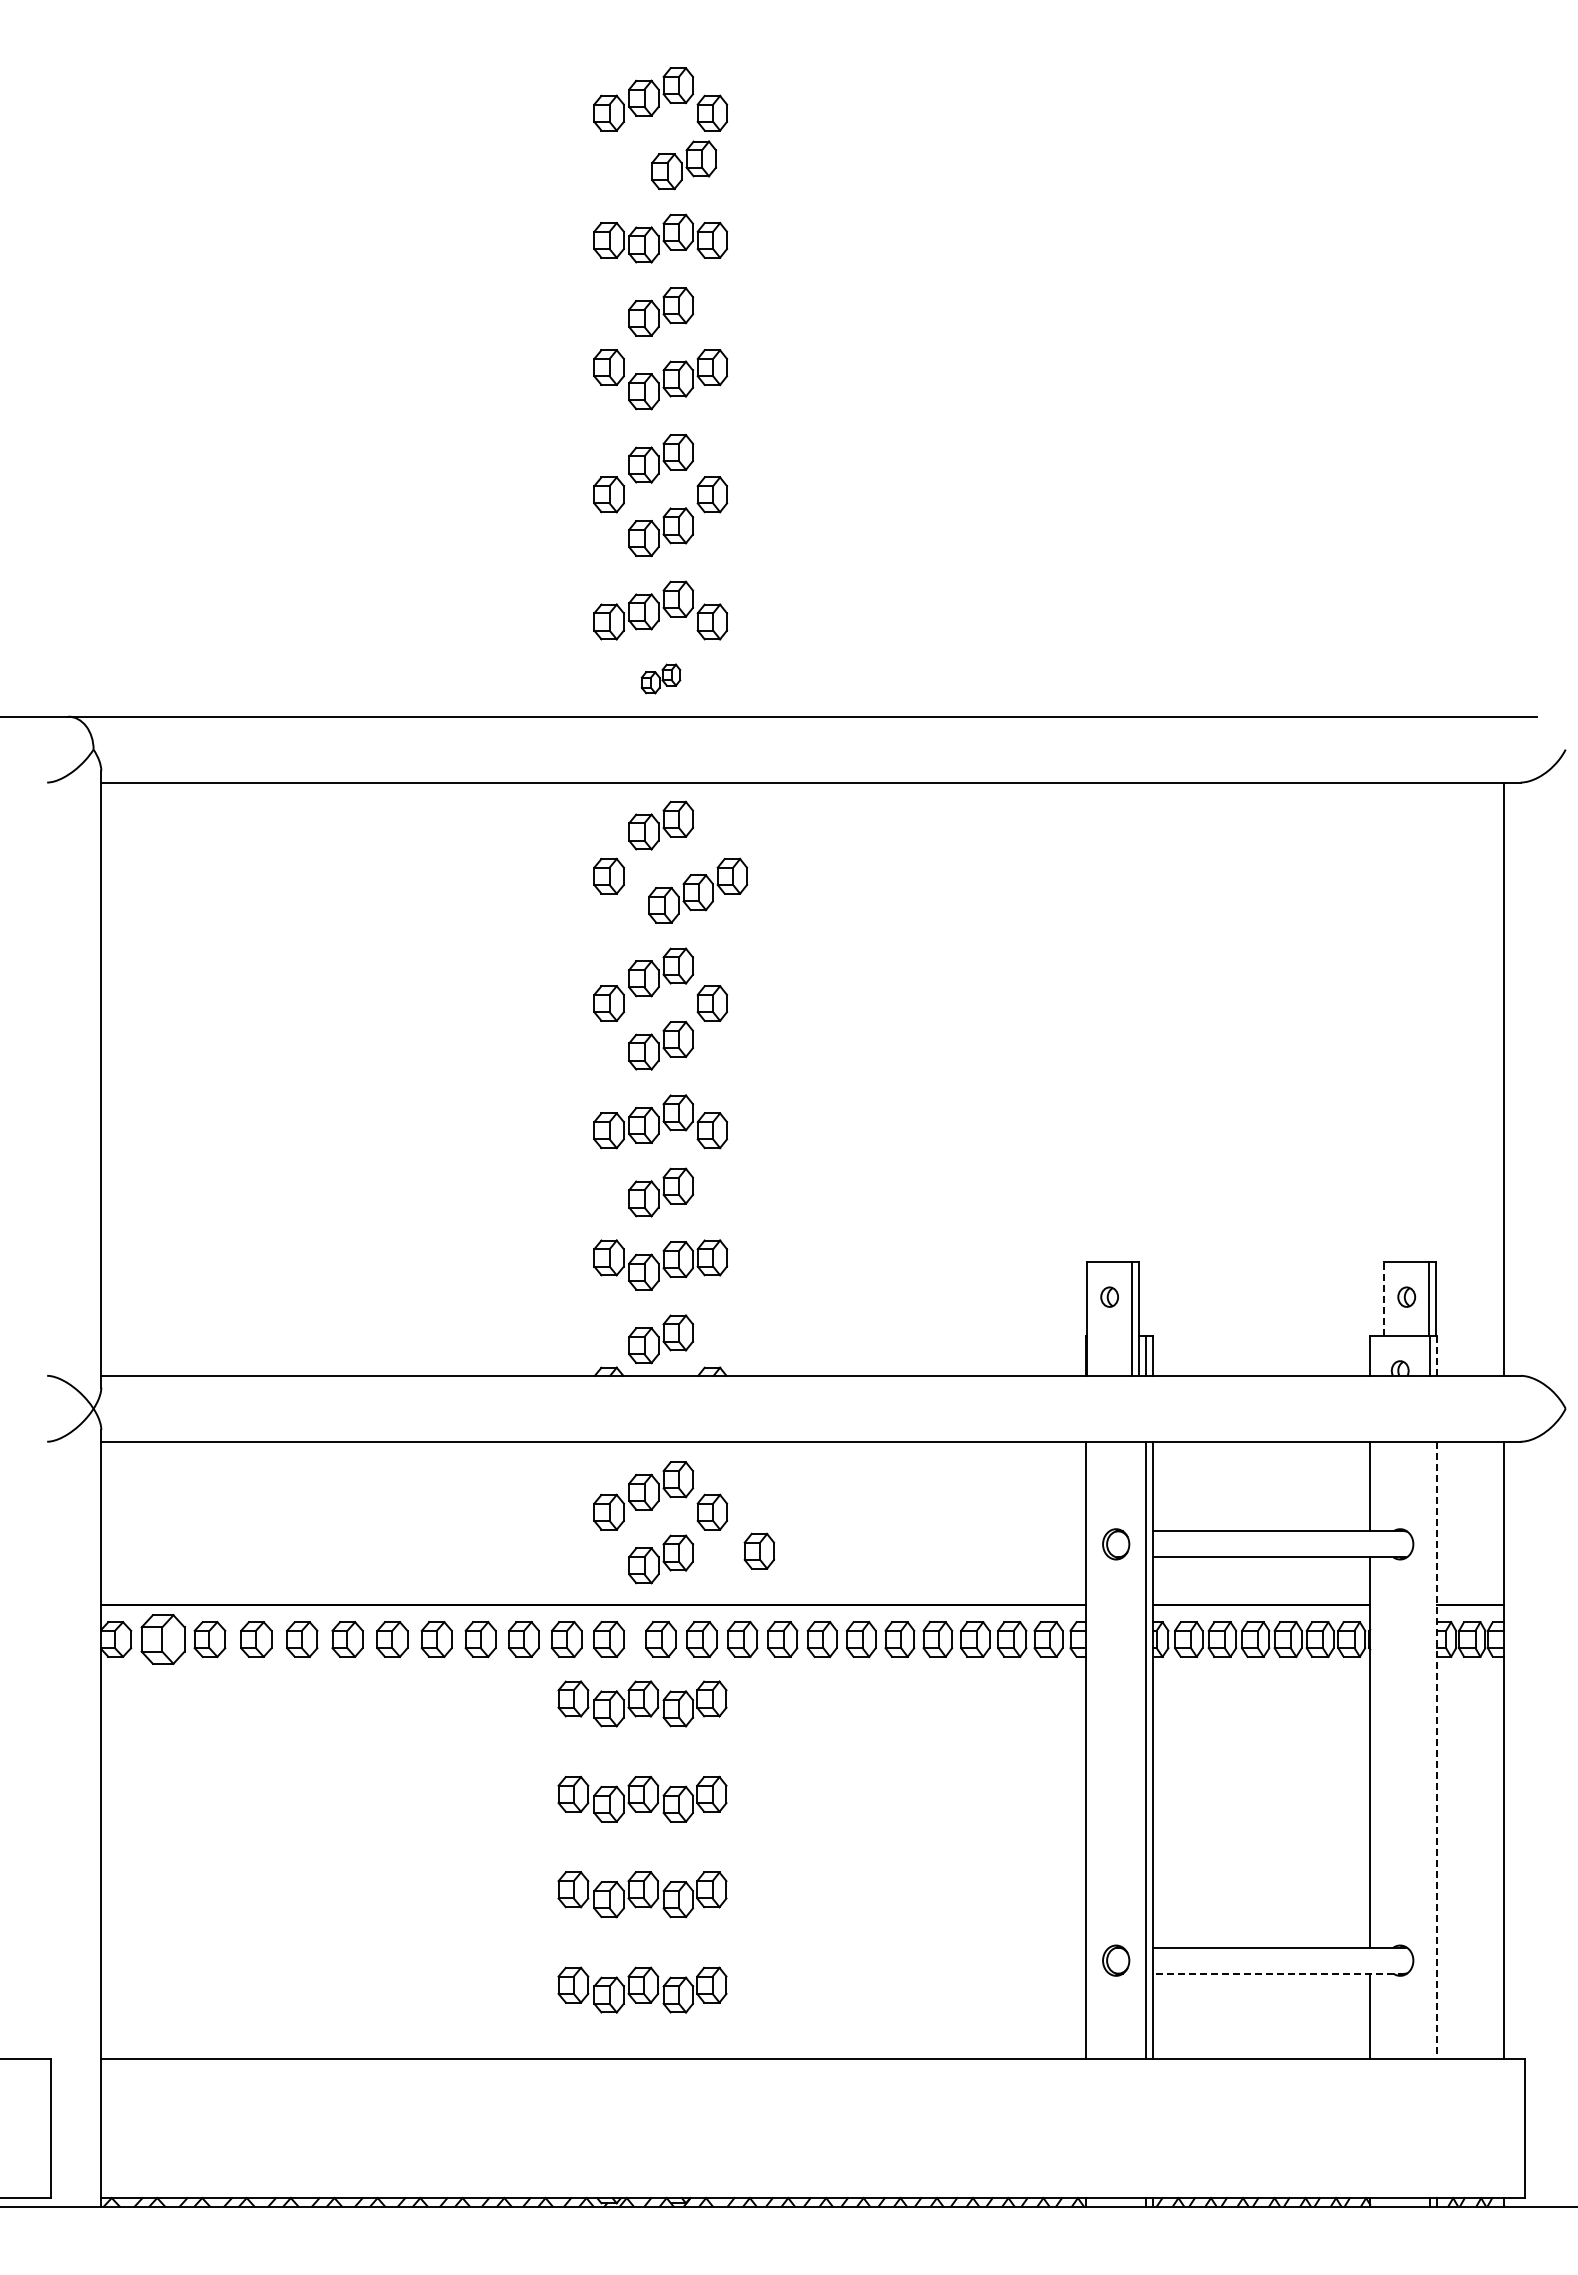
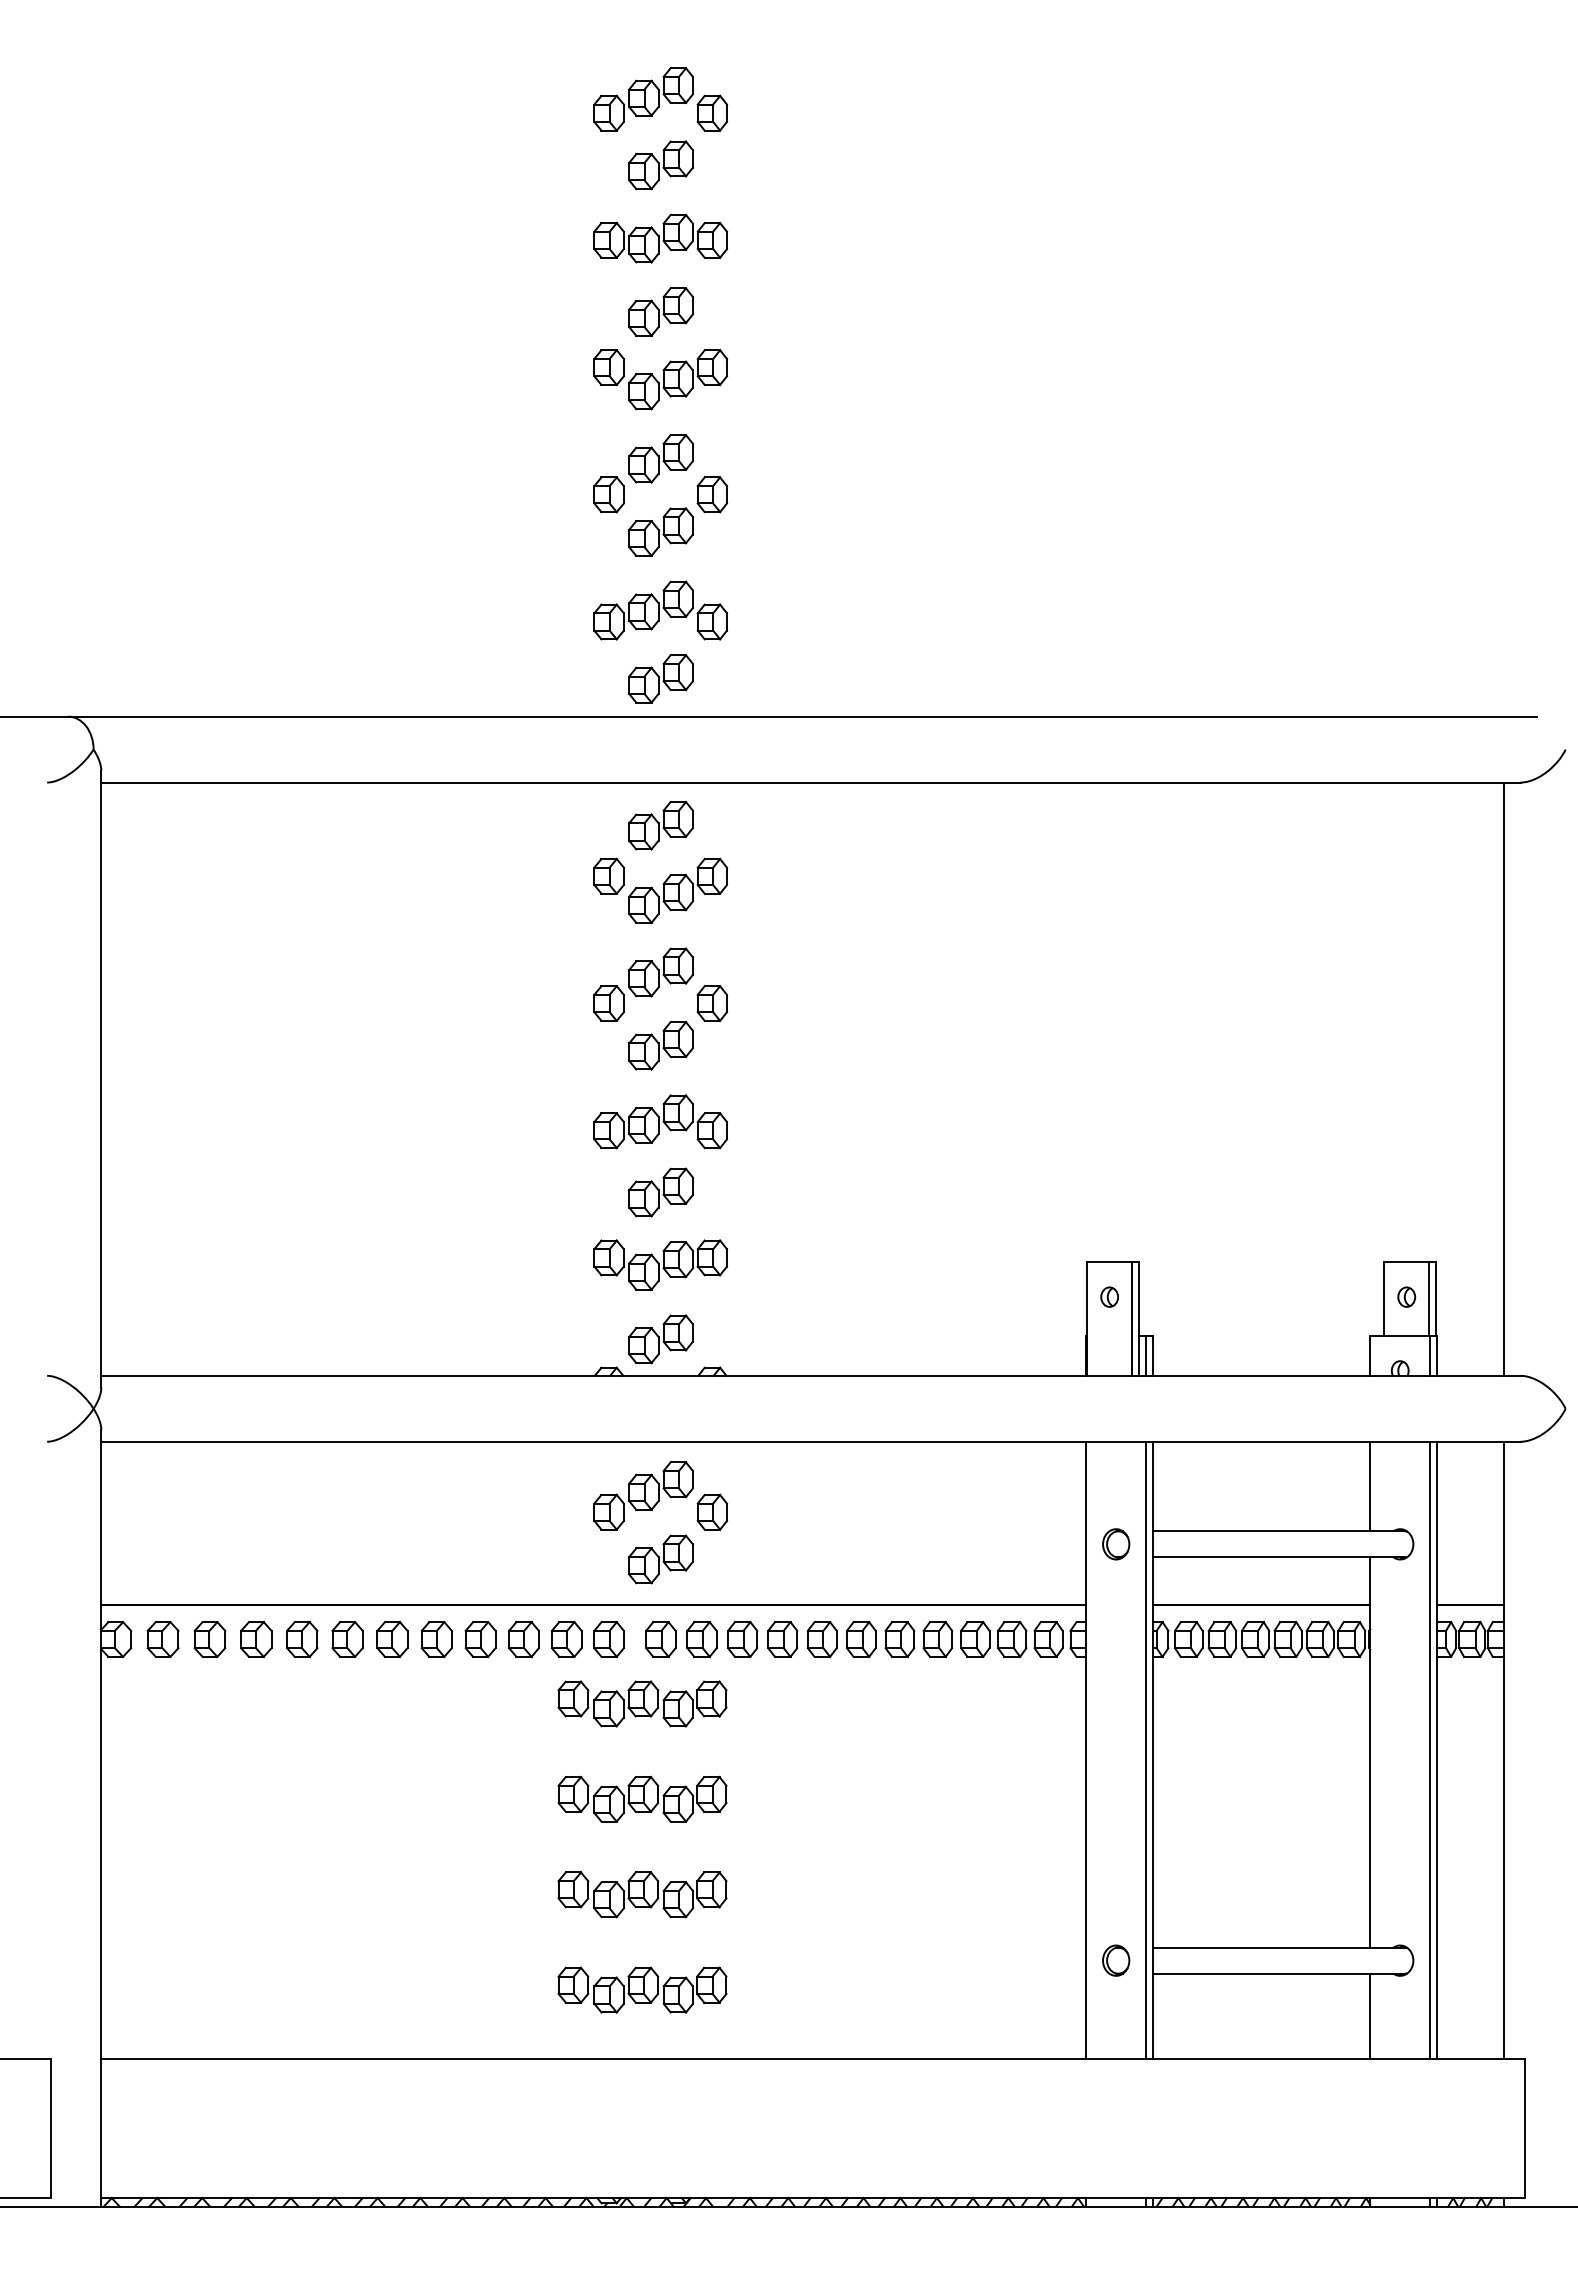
part at (683, 165) position: (683, 165) -> (660, 165)
part at (660, 678) size: 42x32 px -> 66x50 px
part at (698, 890) position: (698, 890) -> (678, 890)
line at (1384, 1299): dashed -> solid
line at (1436, 1356): dashed -> solid
part at (759, 1550): present -> none
part at (162, 1639) size: 46x51 px -> 34x37 px
line at (1430, 1750): none -> present
line at (1436, 1750): dashed -> solid
line at (1278, 1973): dashed -> solid
